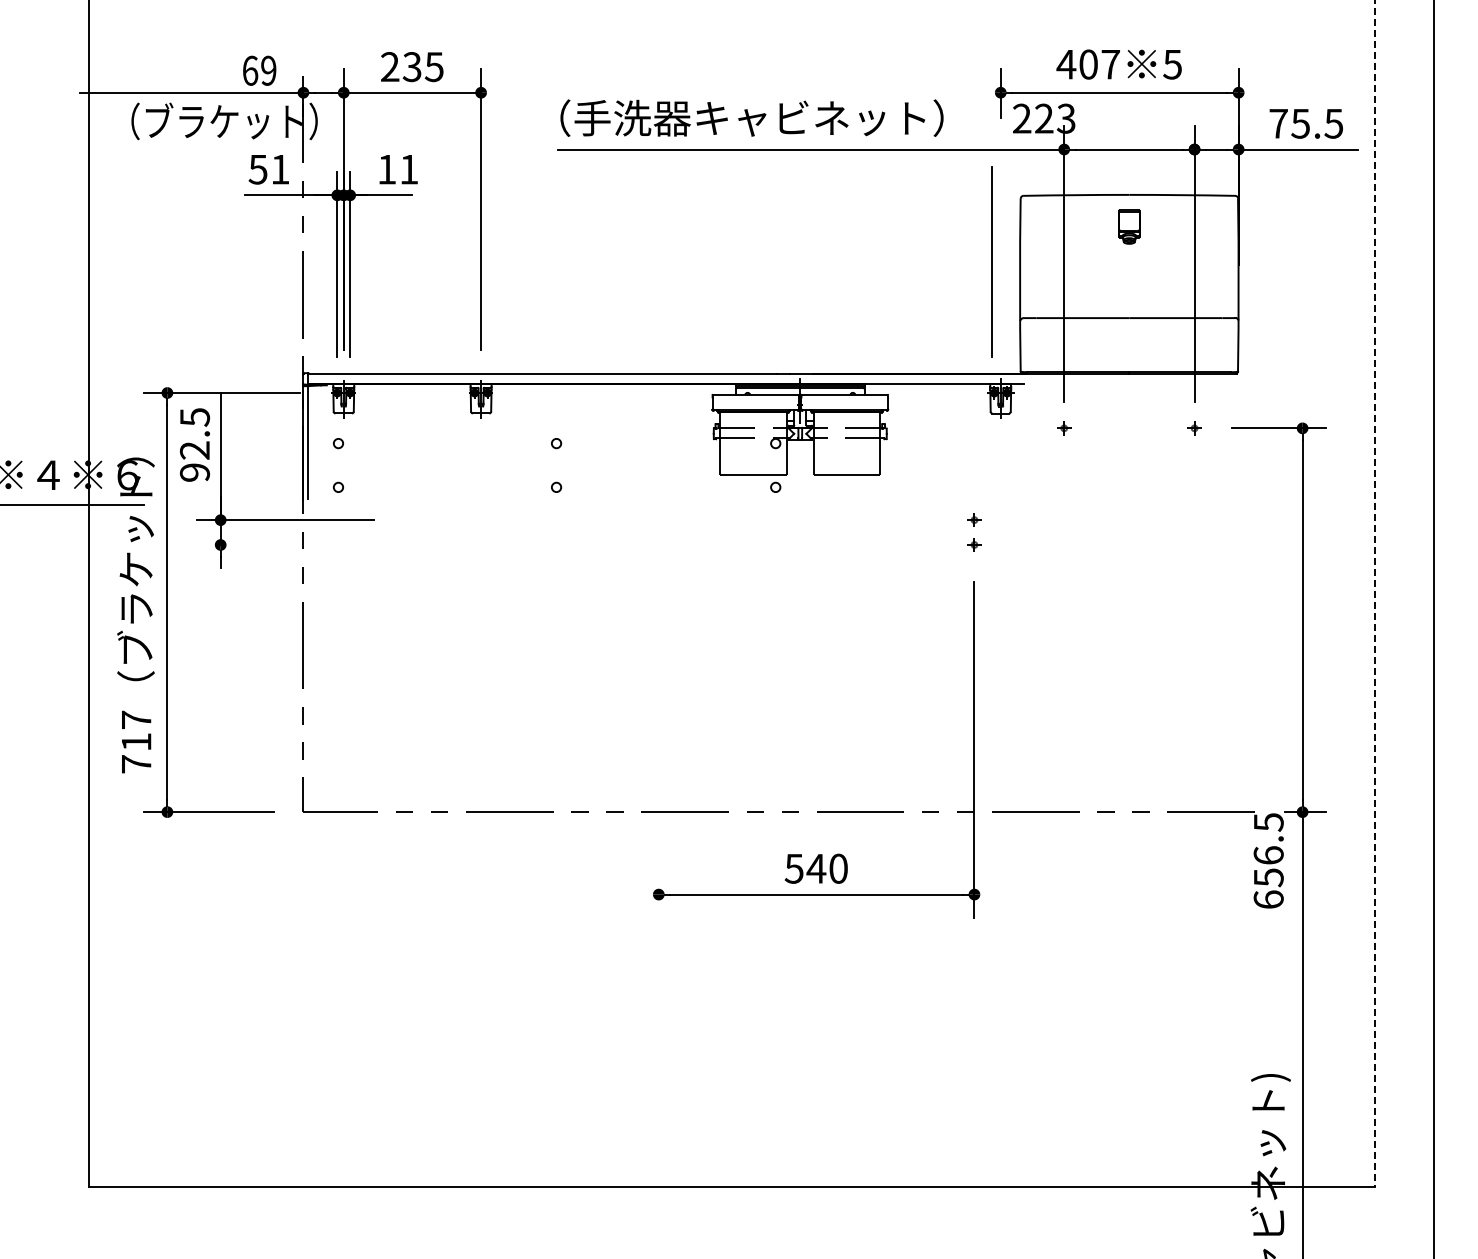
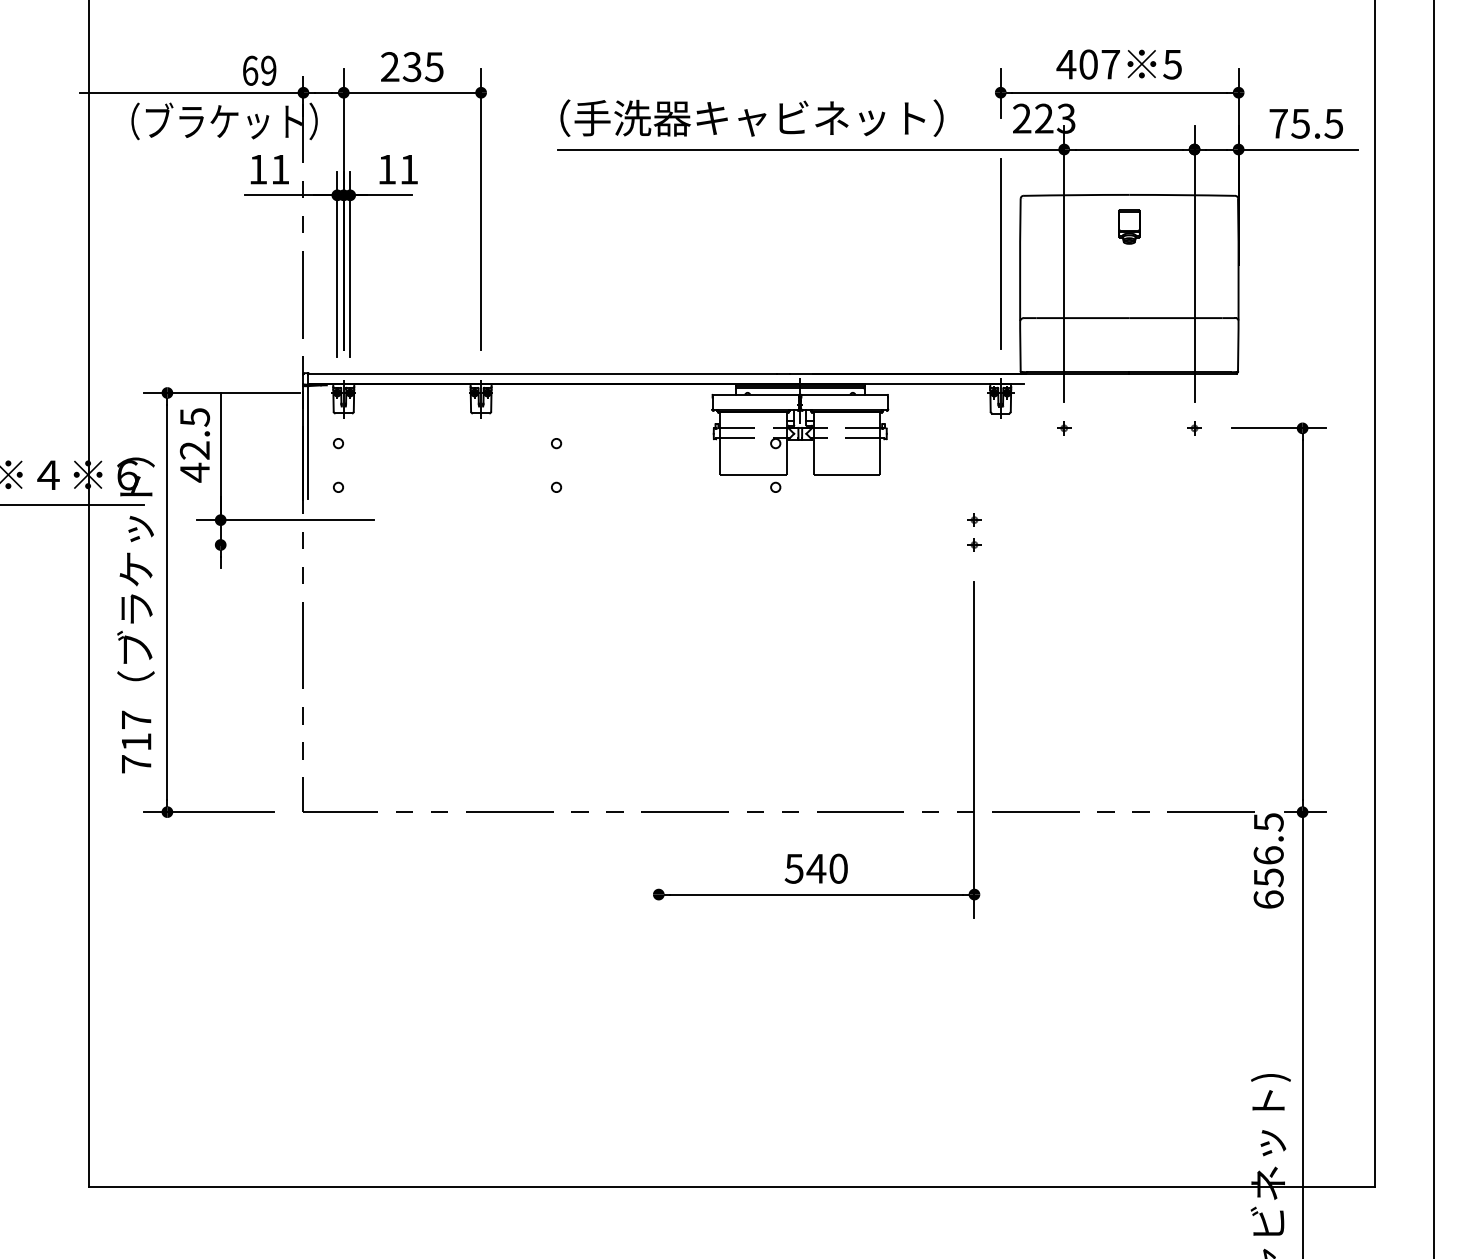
text at (257, 169): 51 -> 11
line at (991, 261) position: (991, 261) -> (1000, 253)
text at (194, 472): 92.5 -> 42.5
line at (1375, 594): dashed -> solid
